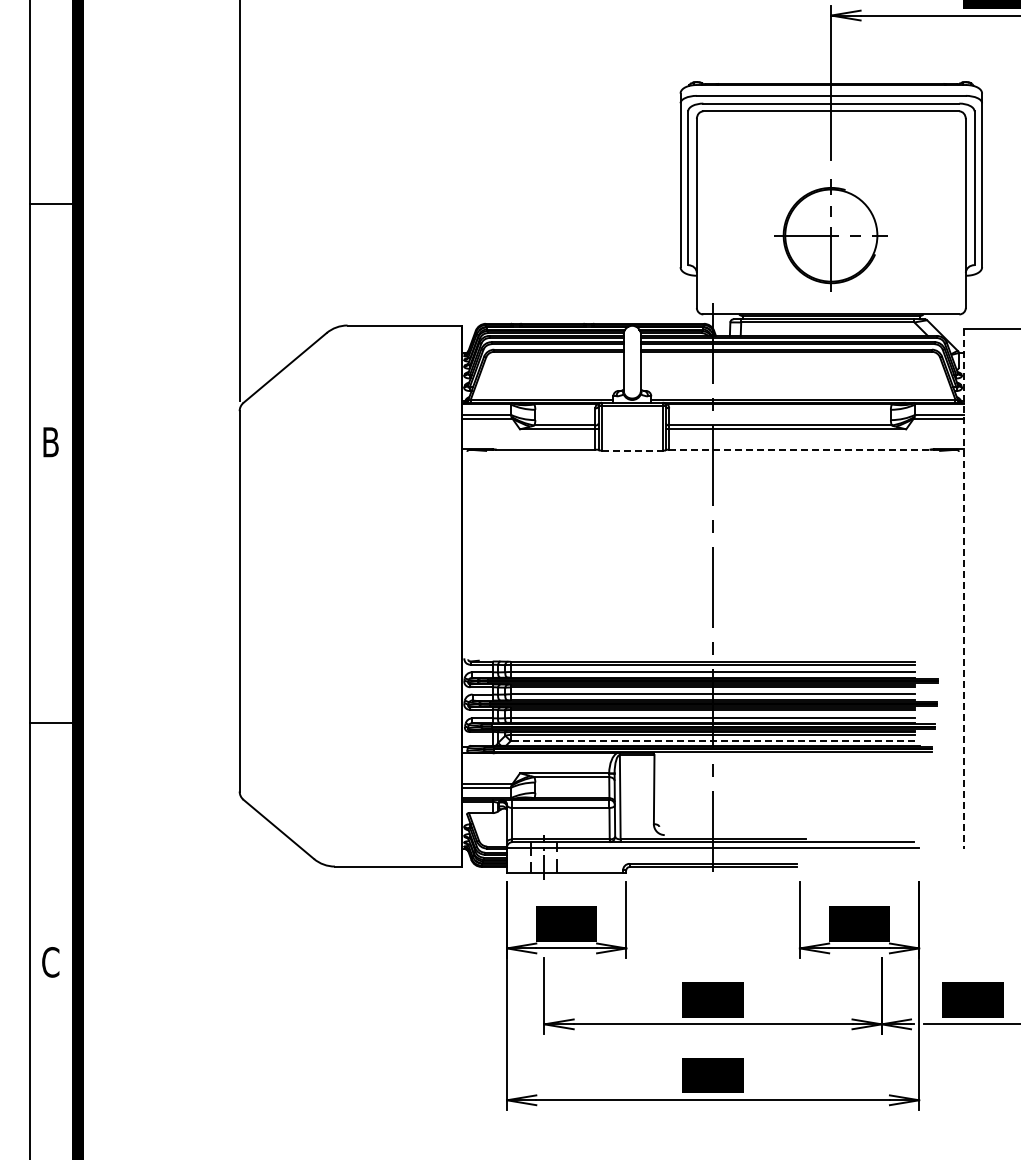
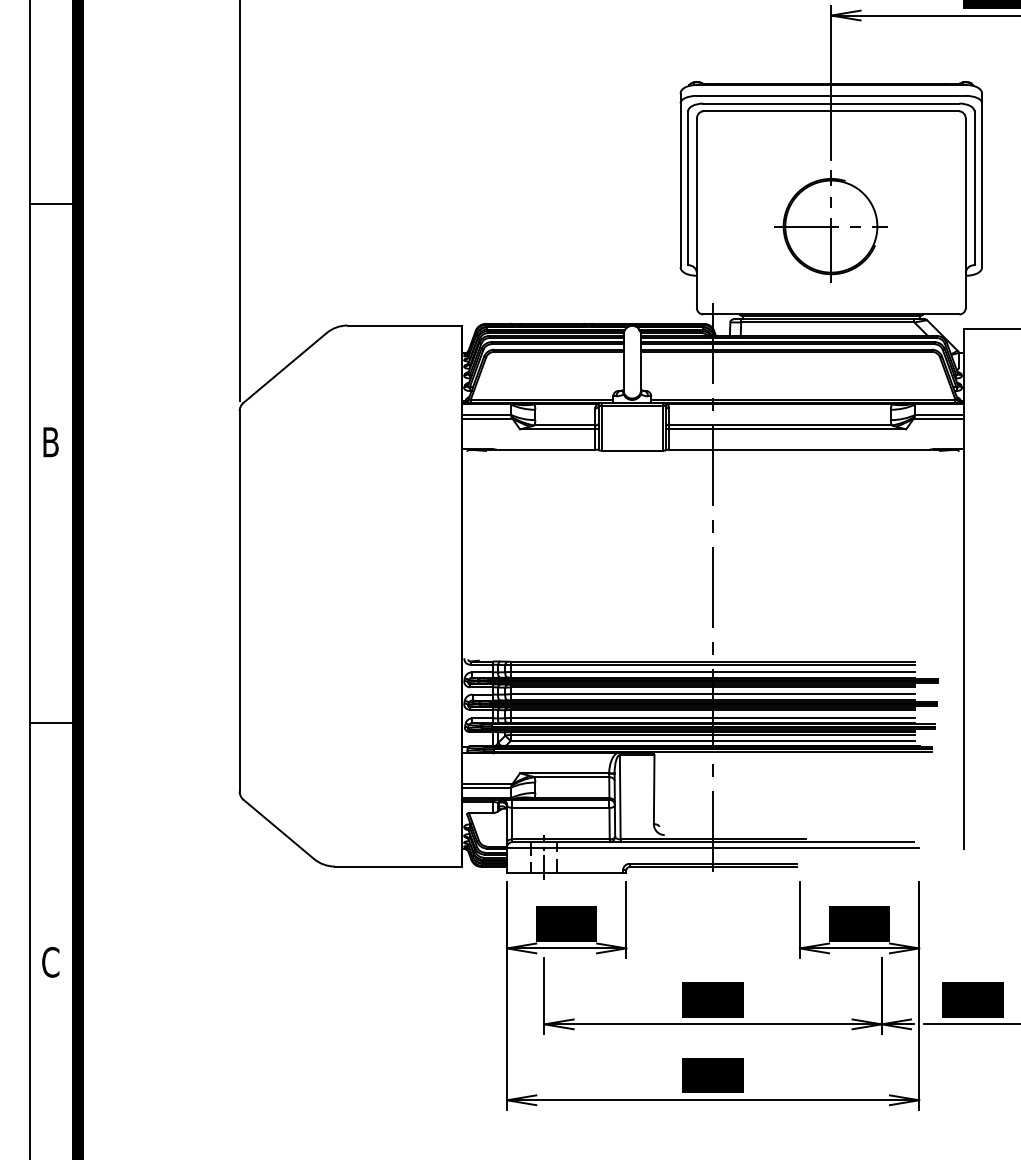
part at (830, 235) position: (830, 235) -> (830, 226)
line at (799, 449): dashed -> solid
line at (632, 450): dashed -> solid
line at (964, 589): dashed -> solid
line at (712, 740): dashed -> solid
